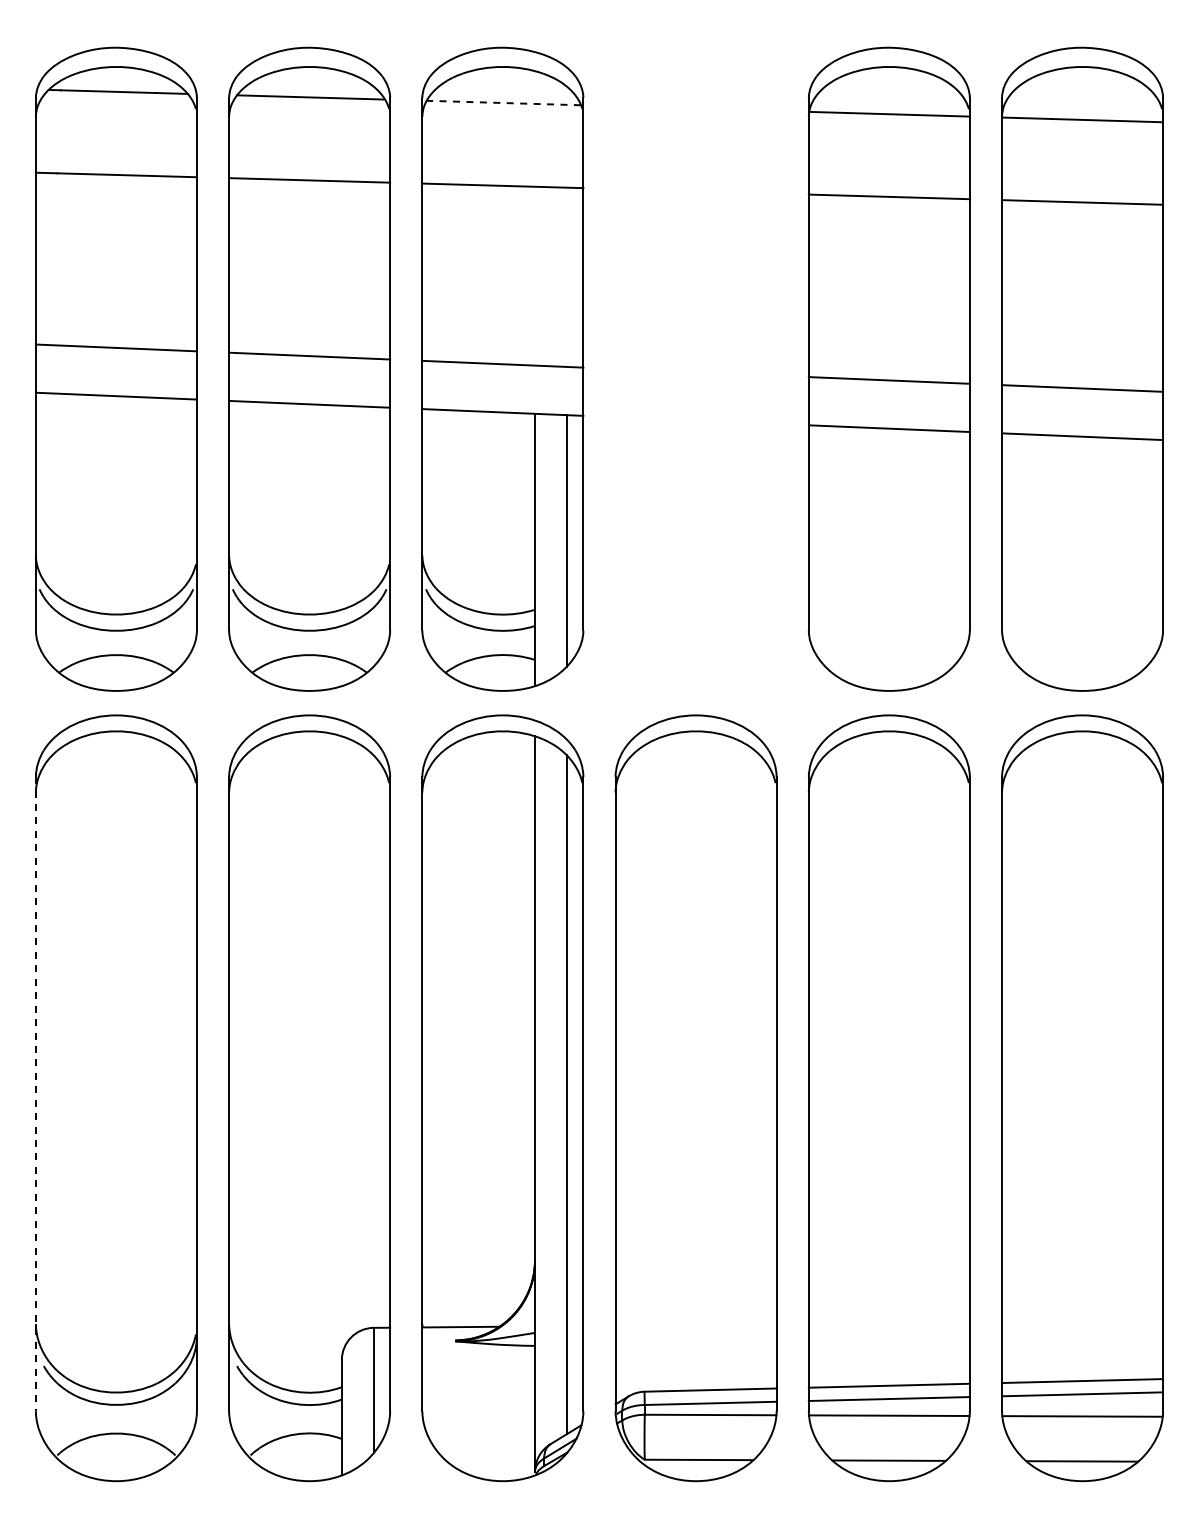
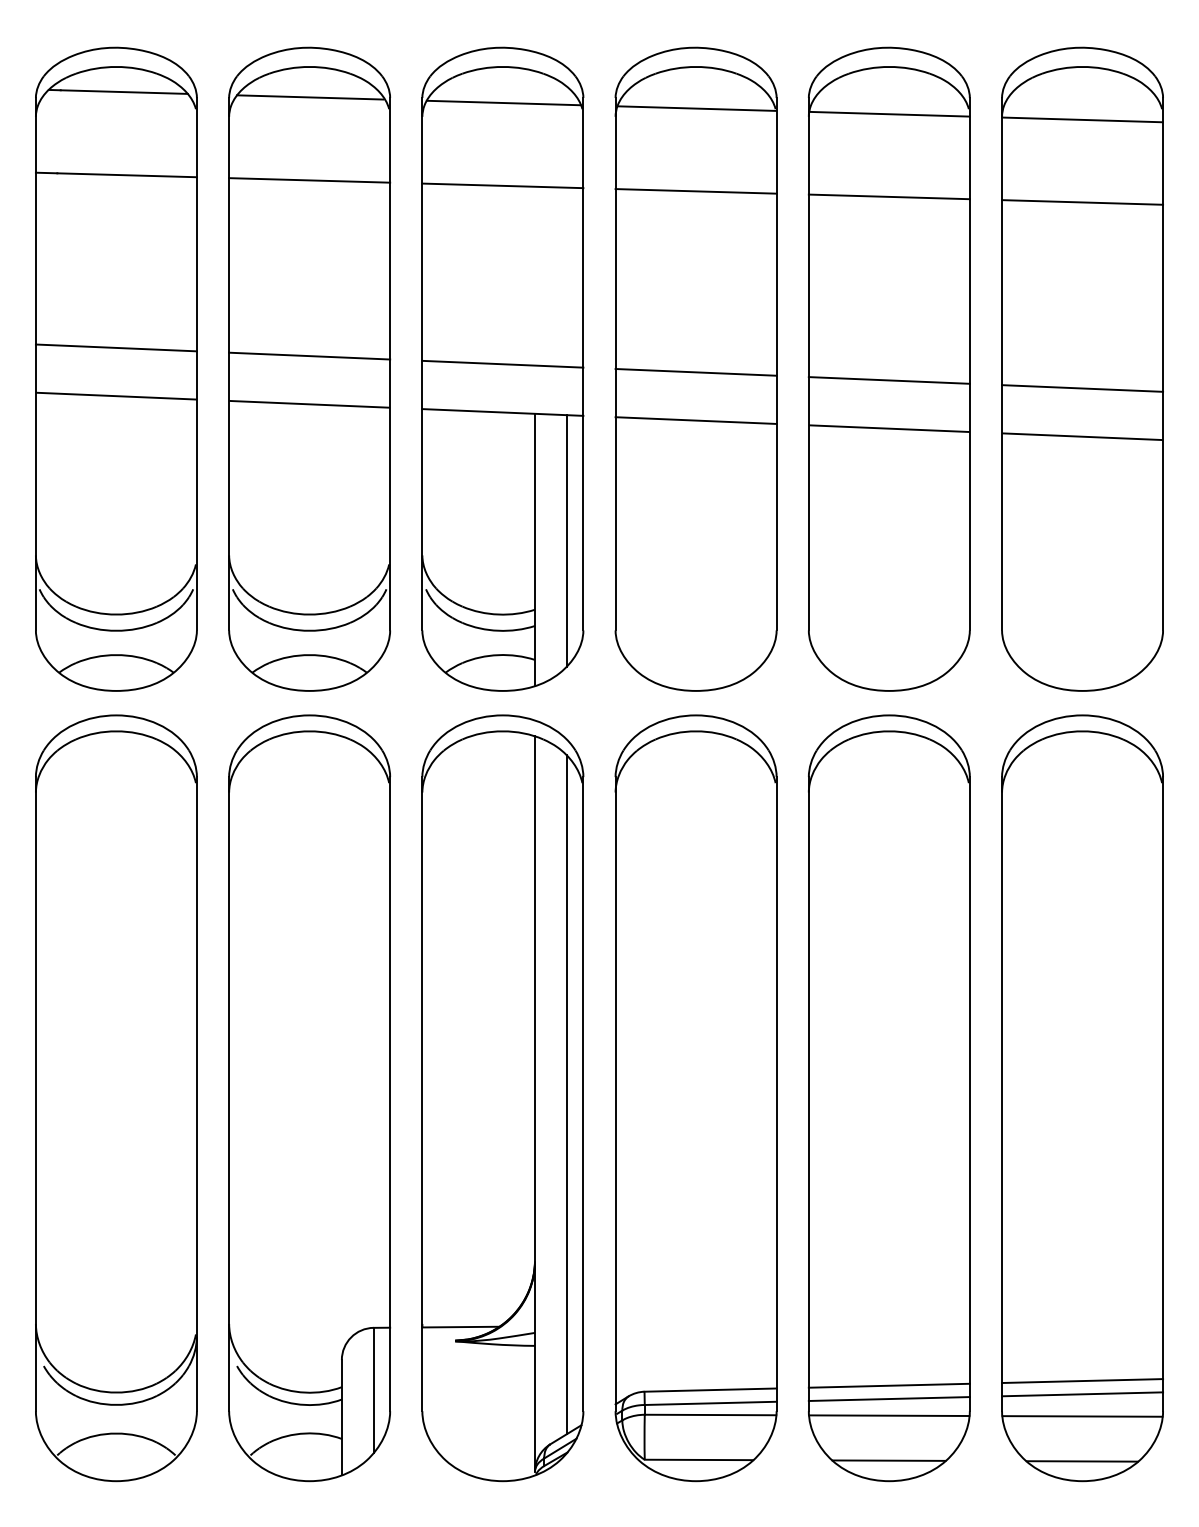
line at (503, 103): dashed -> solid
part at (695, 368): none -> present
line at (35, 1094): dashed -> solid
